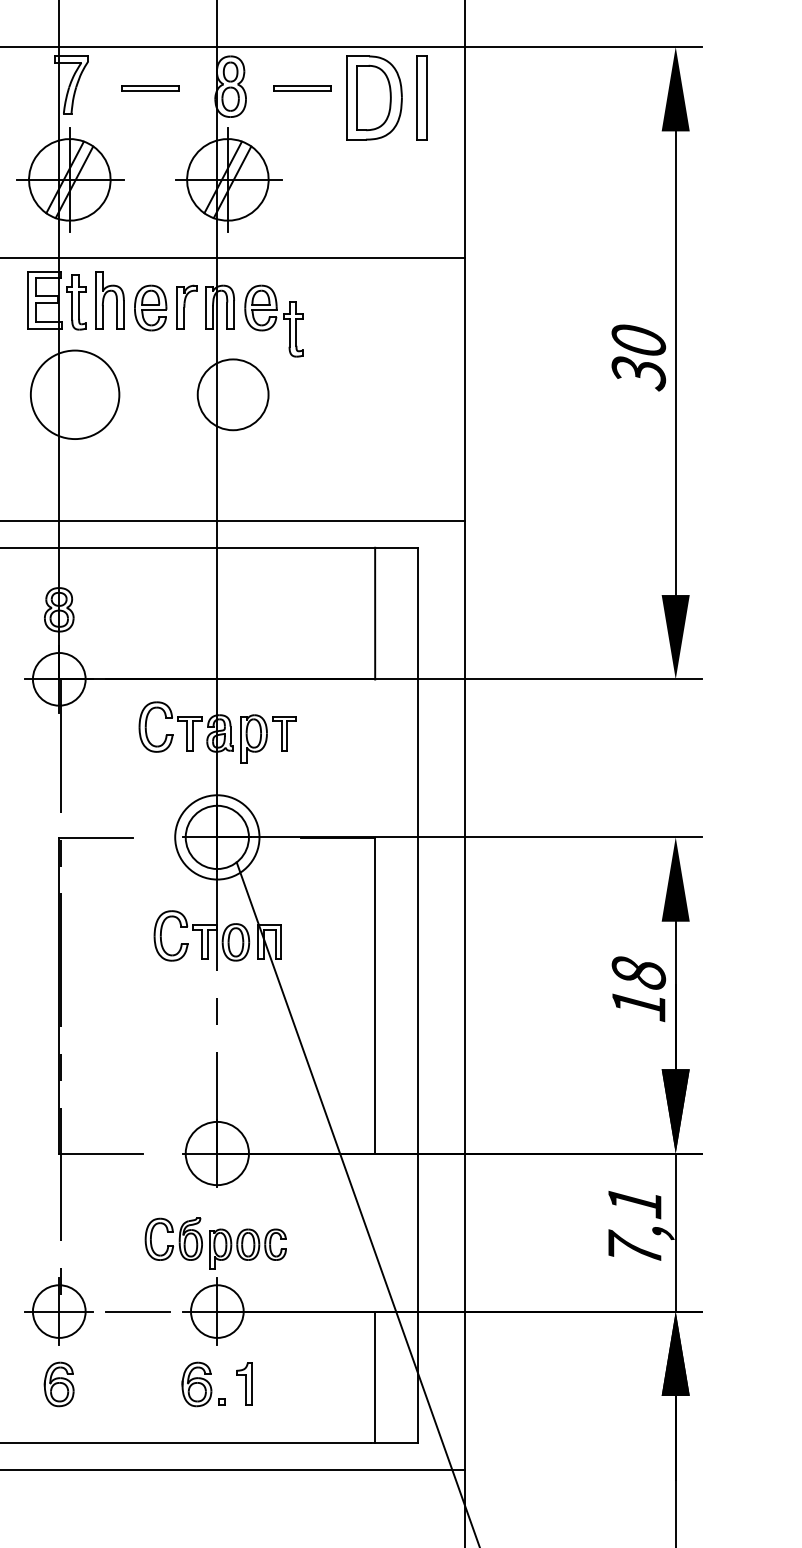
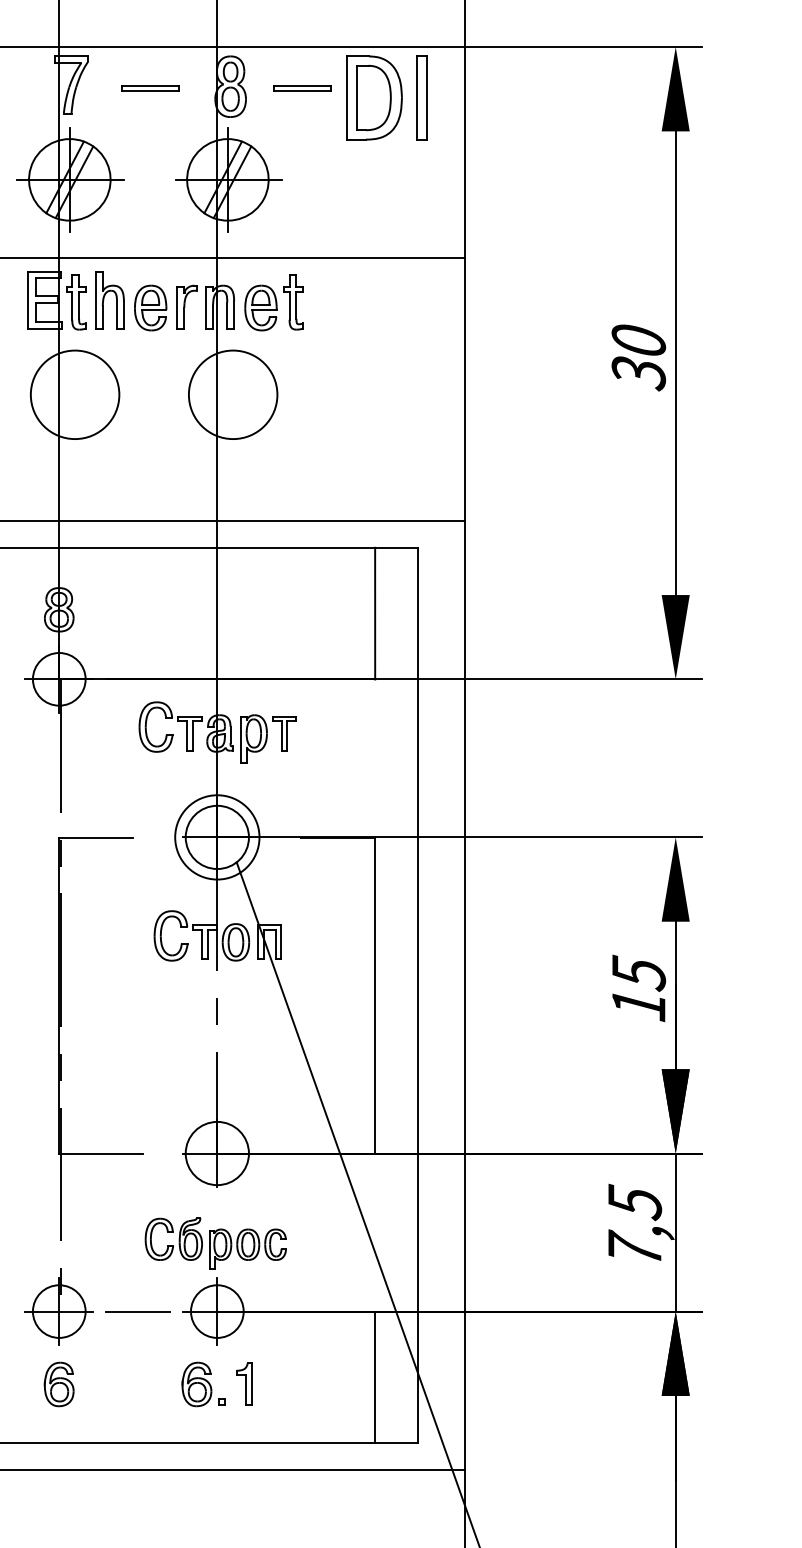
part at (293, 329) position: (293, 329) -> (293, 302)
circle at (232, 394) diameter: 71 px -> 89 px
text at (638, 973): 18 -> 15
text at (635, 1202): 7,1 -> 7,5
